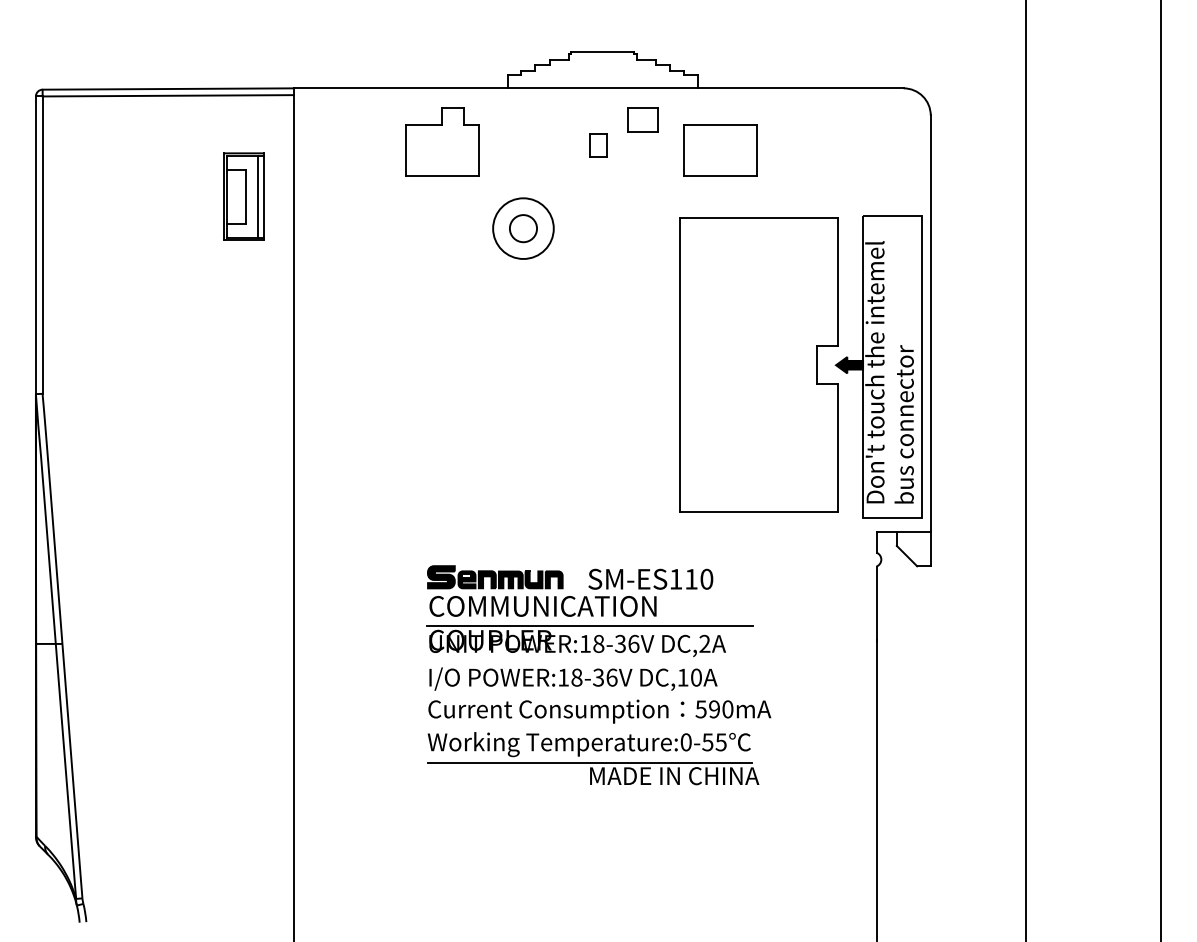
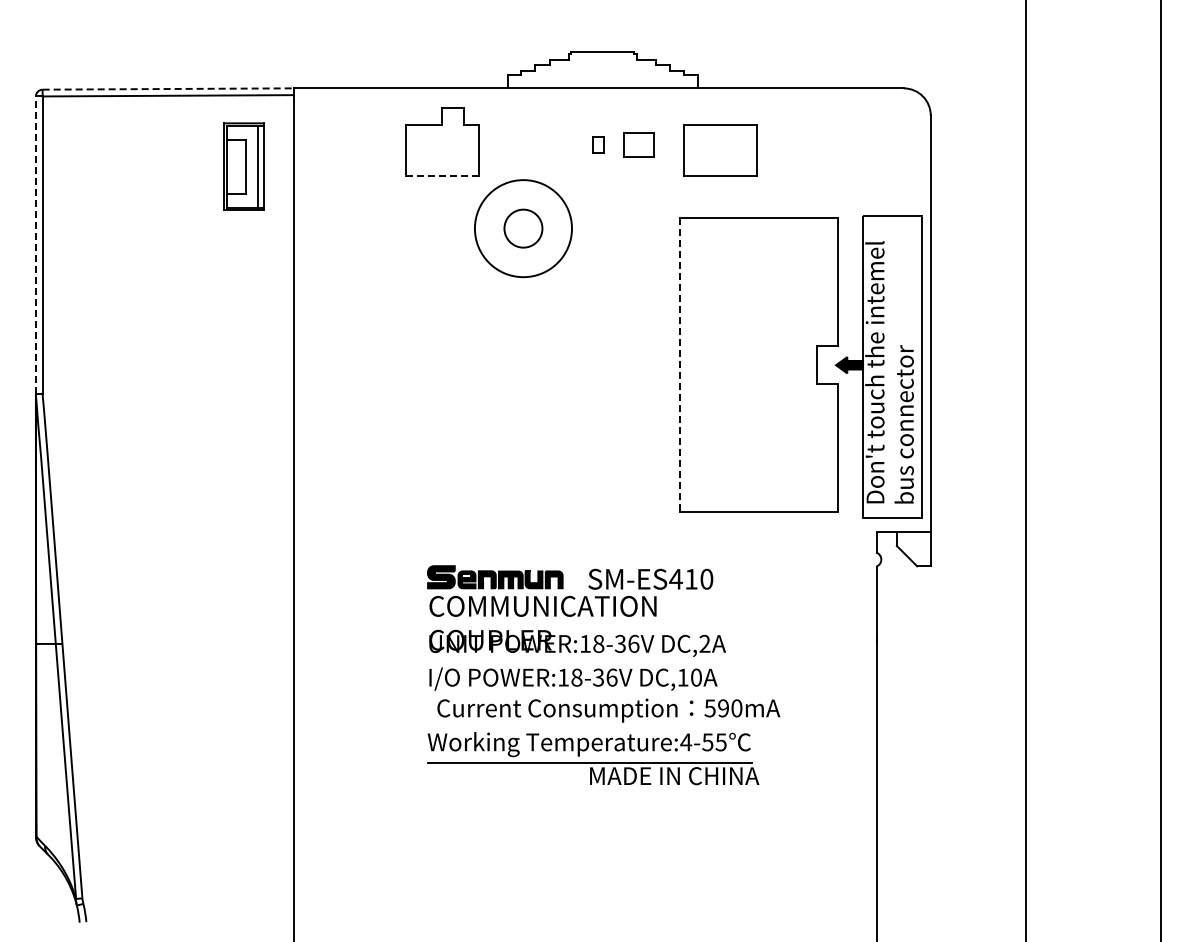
line at (168, 89): solid -> dashed
part at (642, 119) position: (642, 119) -> (638, 144)
part at (598, 145) size: 19x25 px -> 13x18 px
line at (442, 175): solid -> dashed
part at (243, 196) position: (243, 196) -> (243, 166)
circle at (523, 228) diameter: 27 px -> 38 px
circle at (523, 228) diameter: 61 px -> 97 px
line at (35, 245): solid -> dashed
line at (680, 365): solid -> dashed
text at (675, 579): SM-ES110 -> SM-ES410
line at (589, 626): present -> none
text at (599, 711) position: (599, 711) -> (608, 710)
text at (686, 742): Temperature:0-55 -> Temperature:4-55
